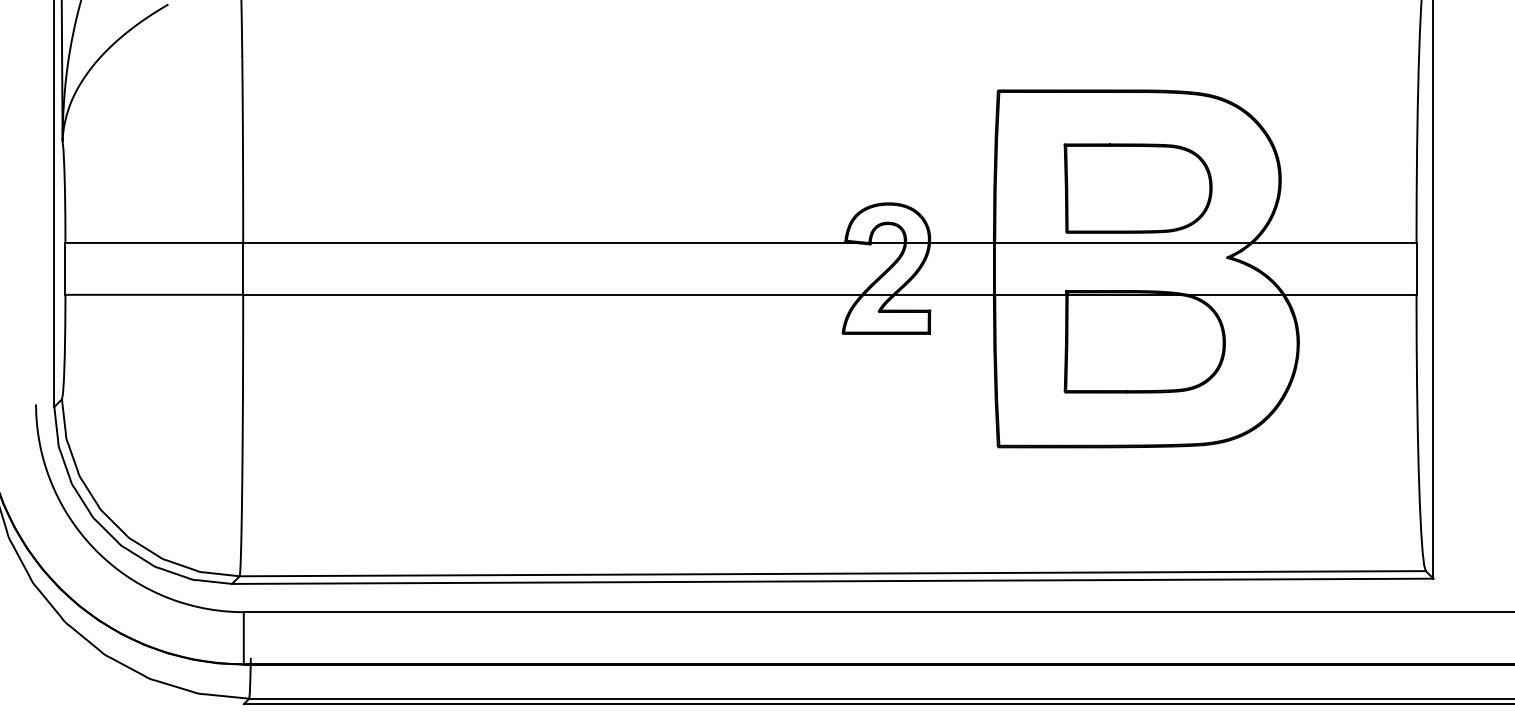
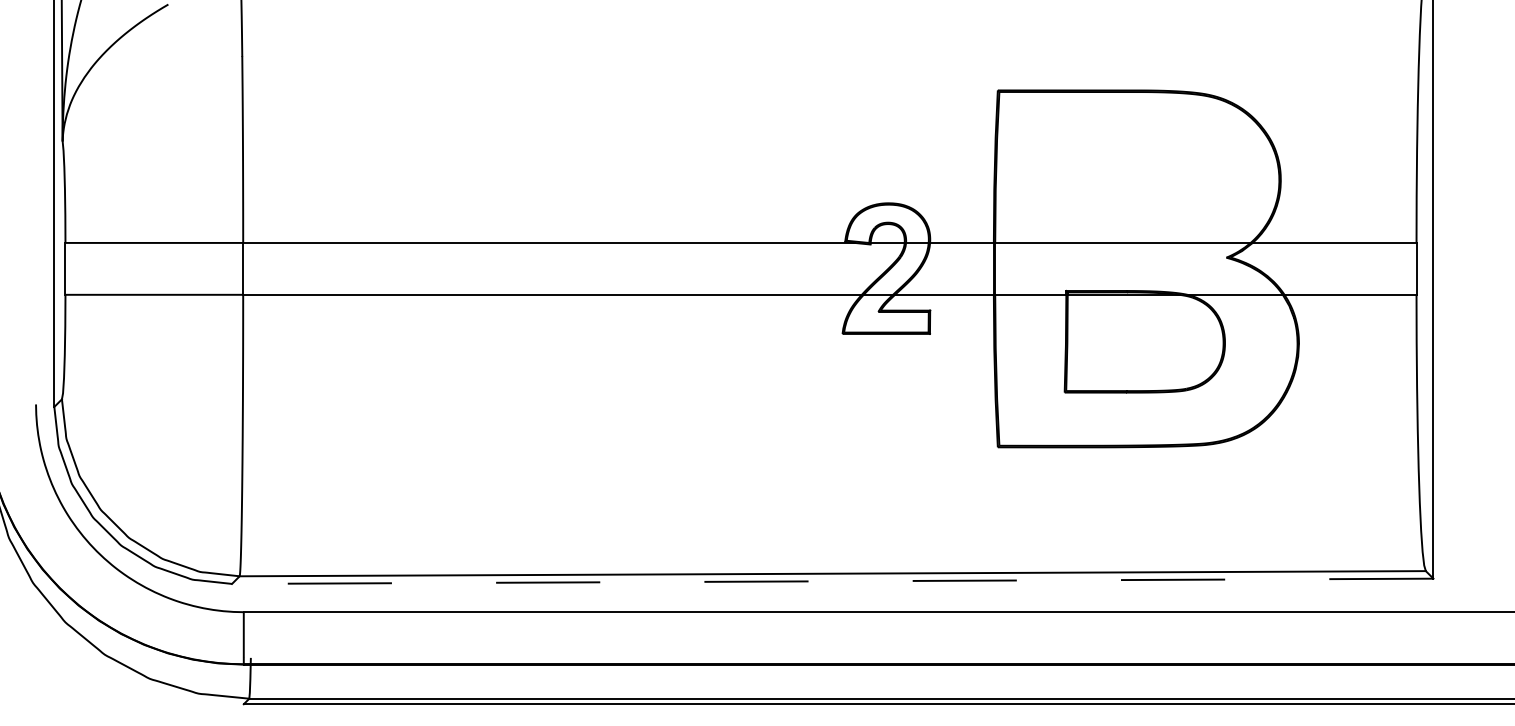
part at (1137, 188): present -> none
line at (832, 581): solid -> dashed
